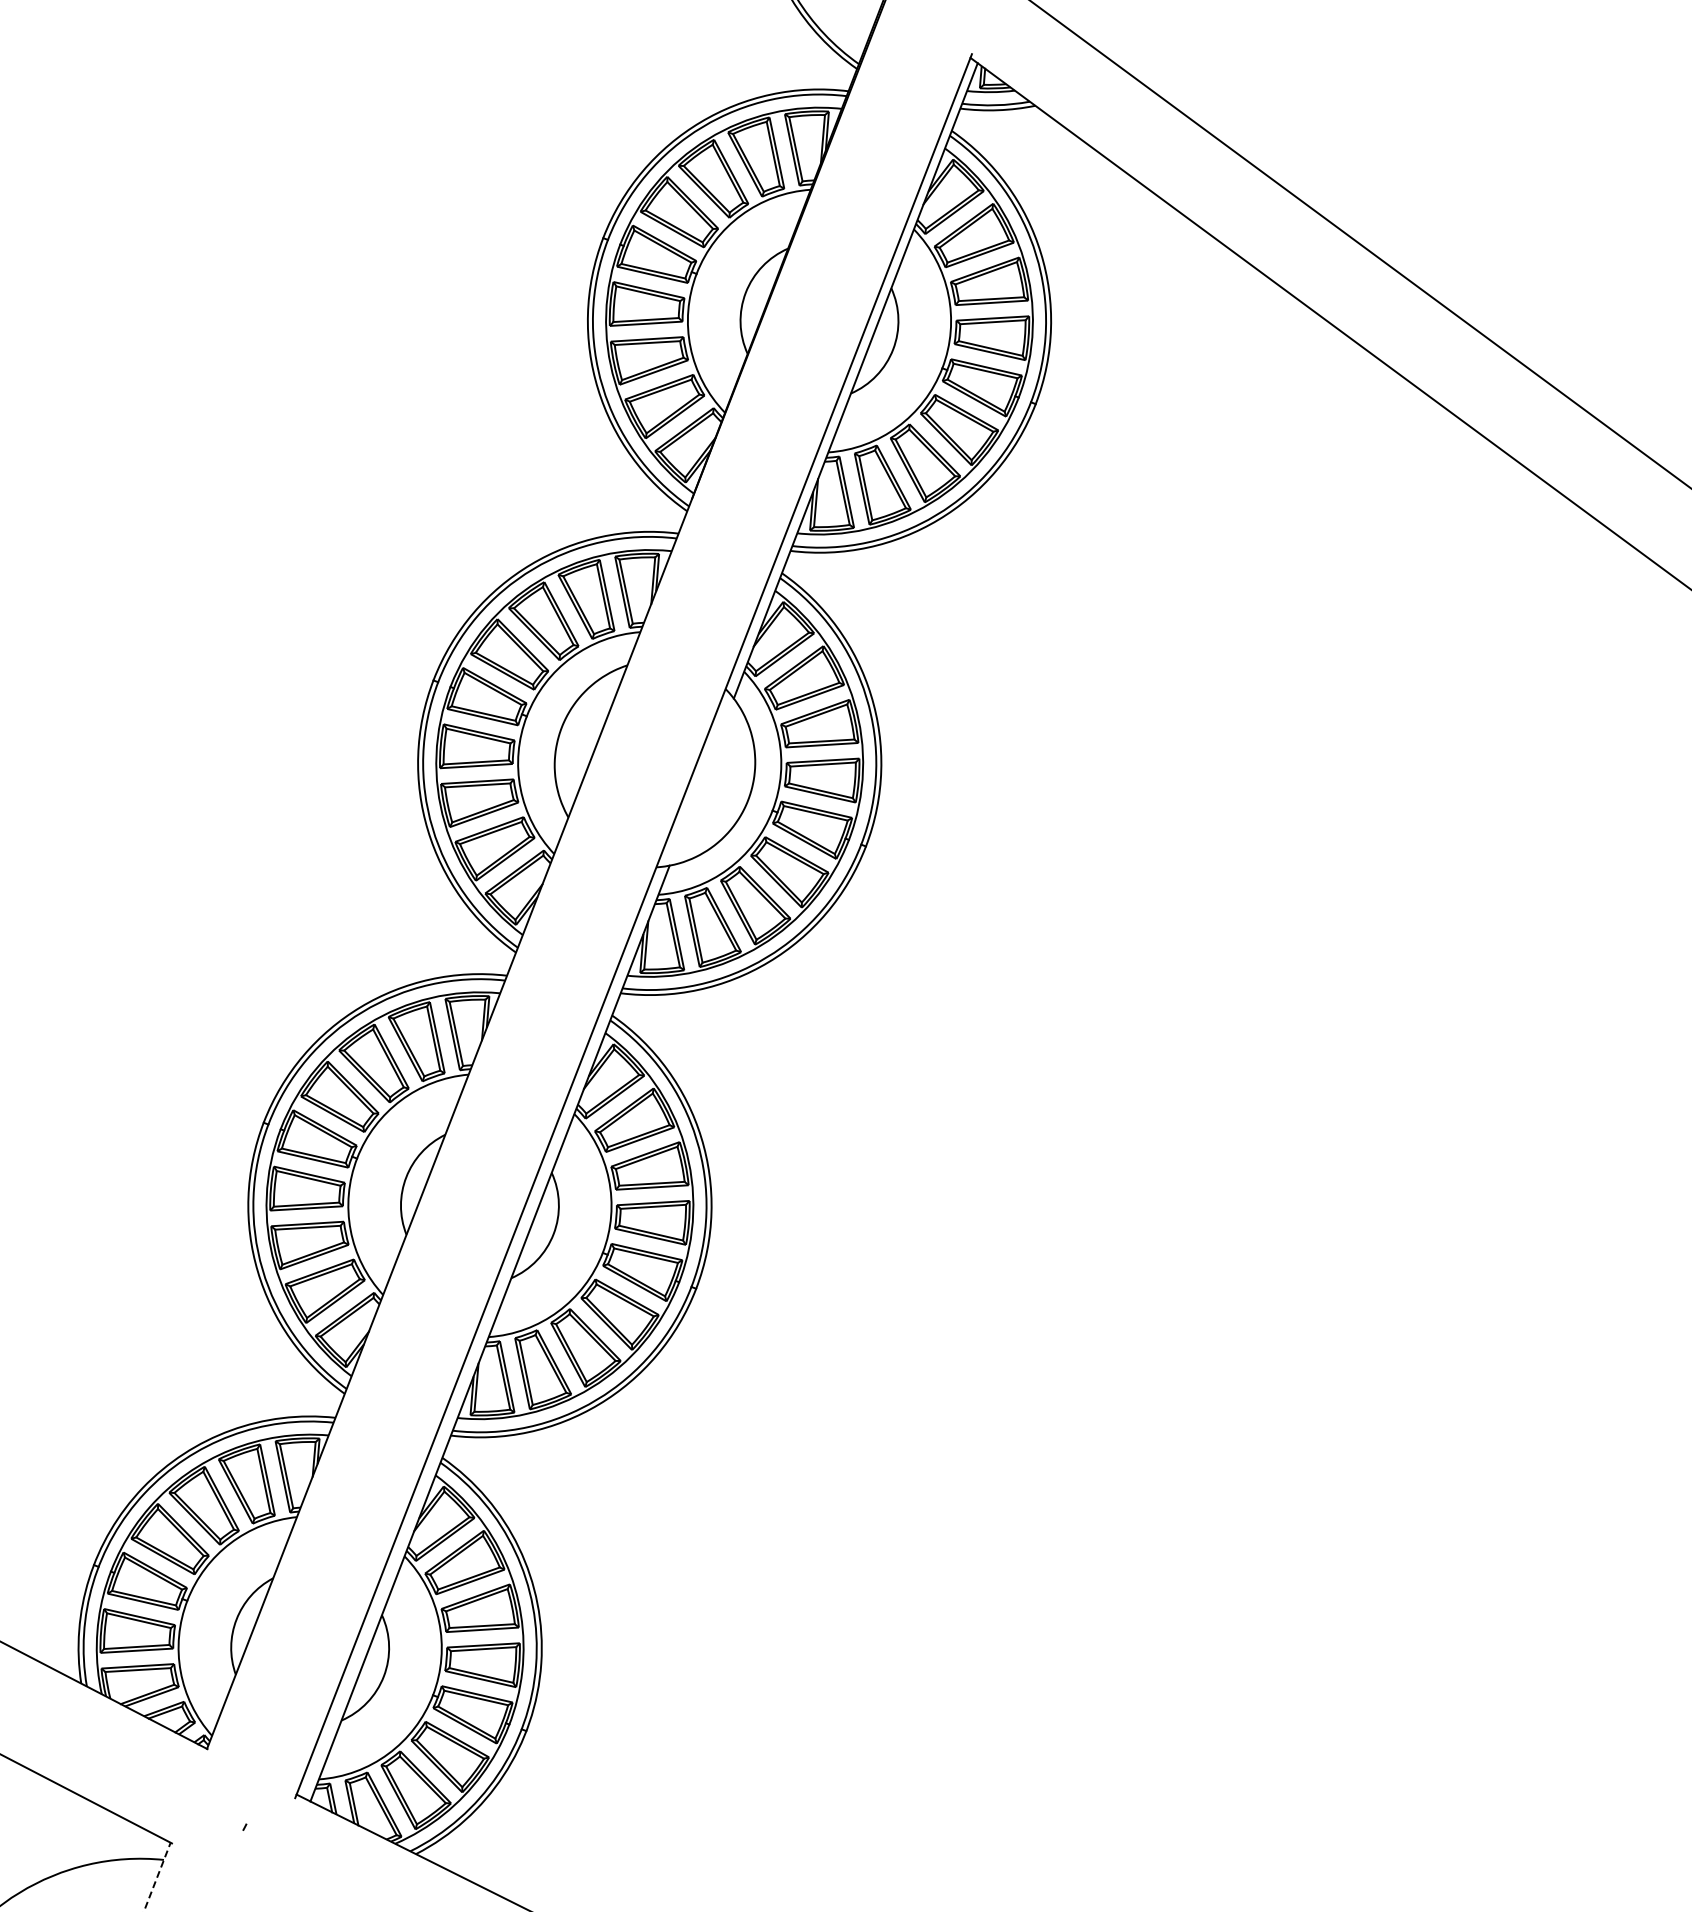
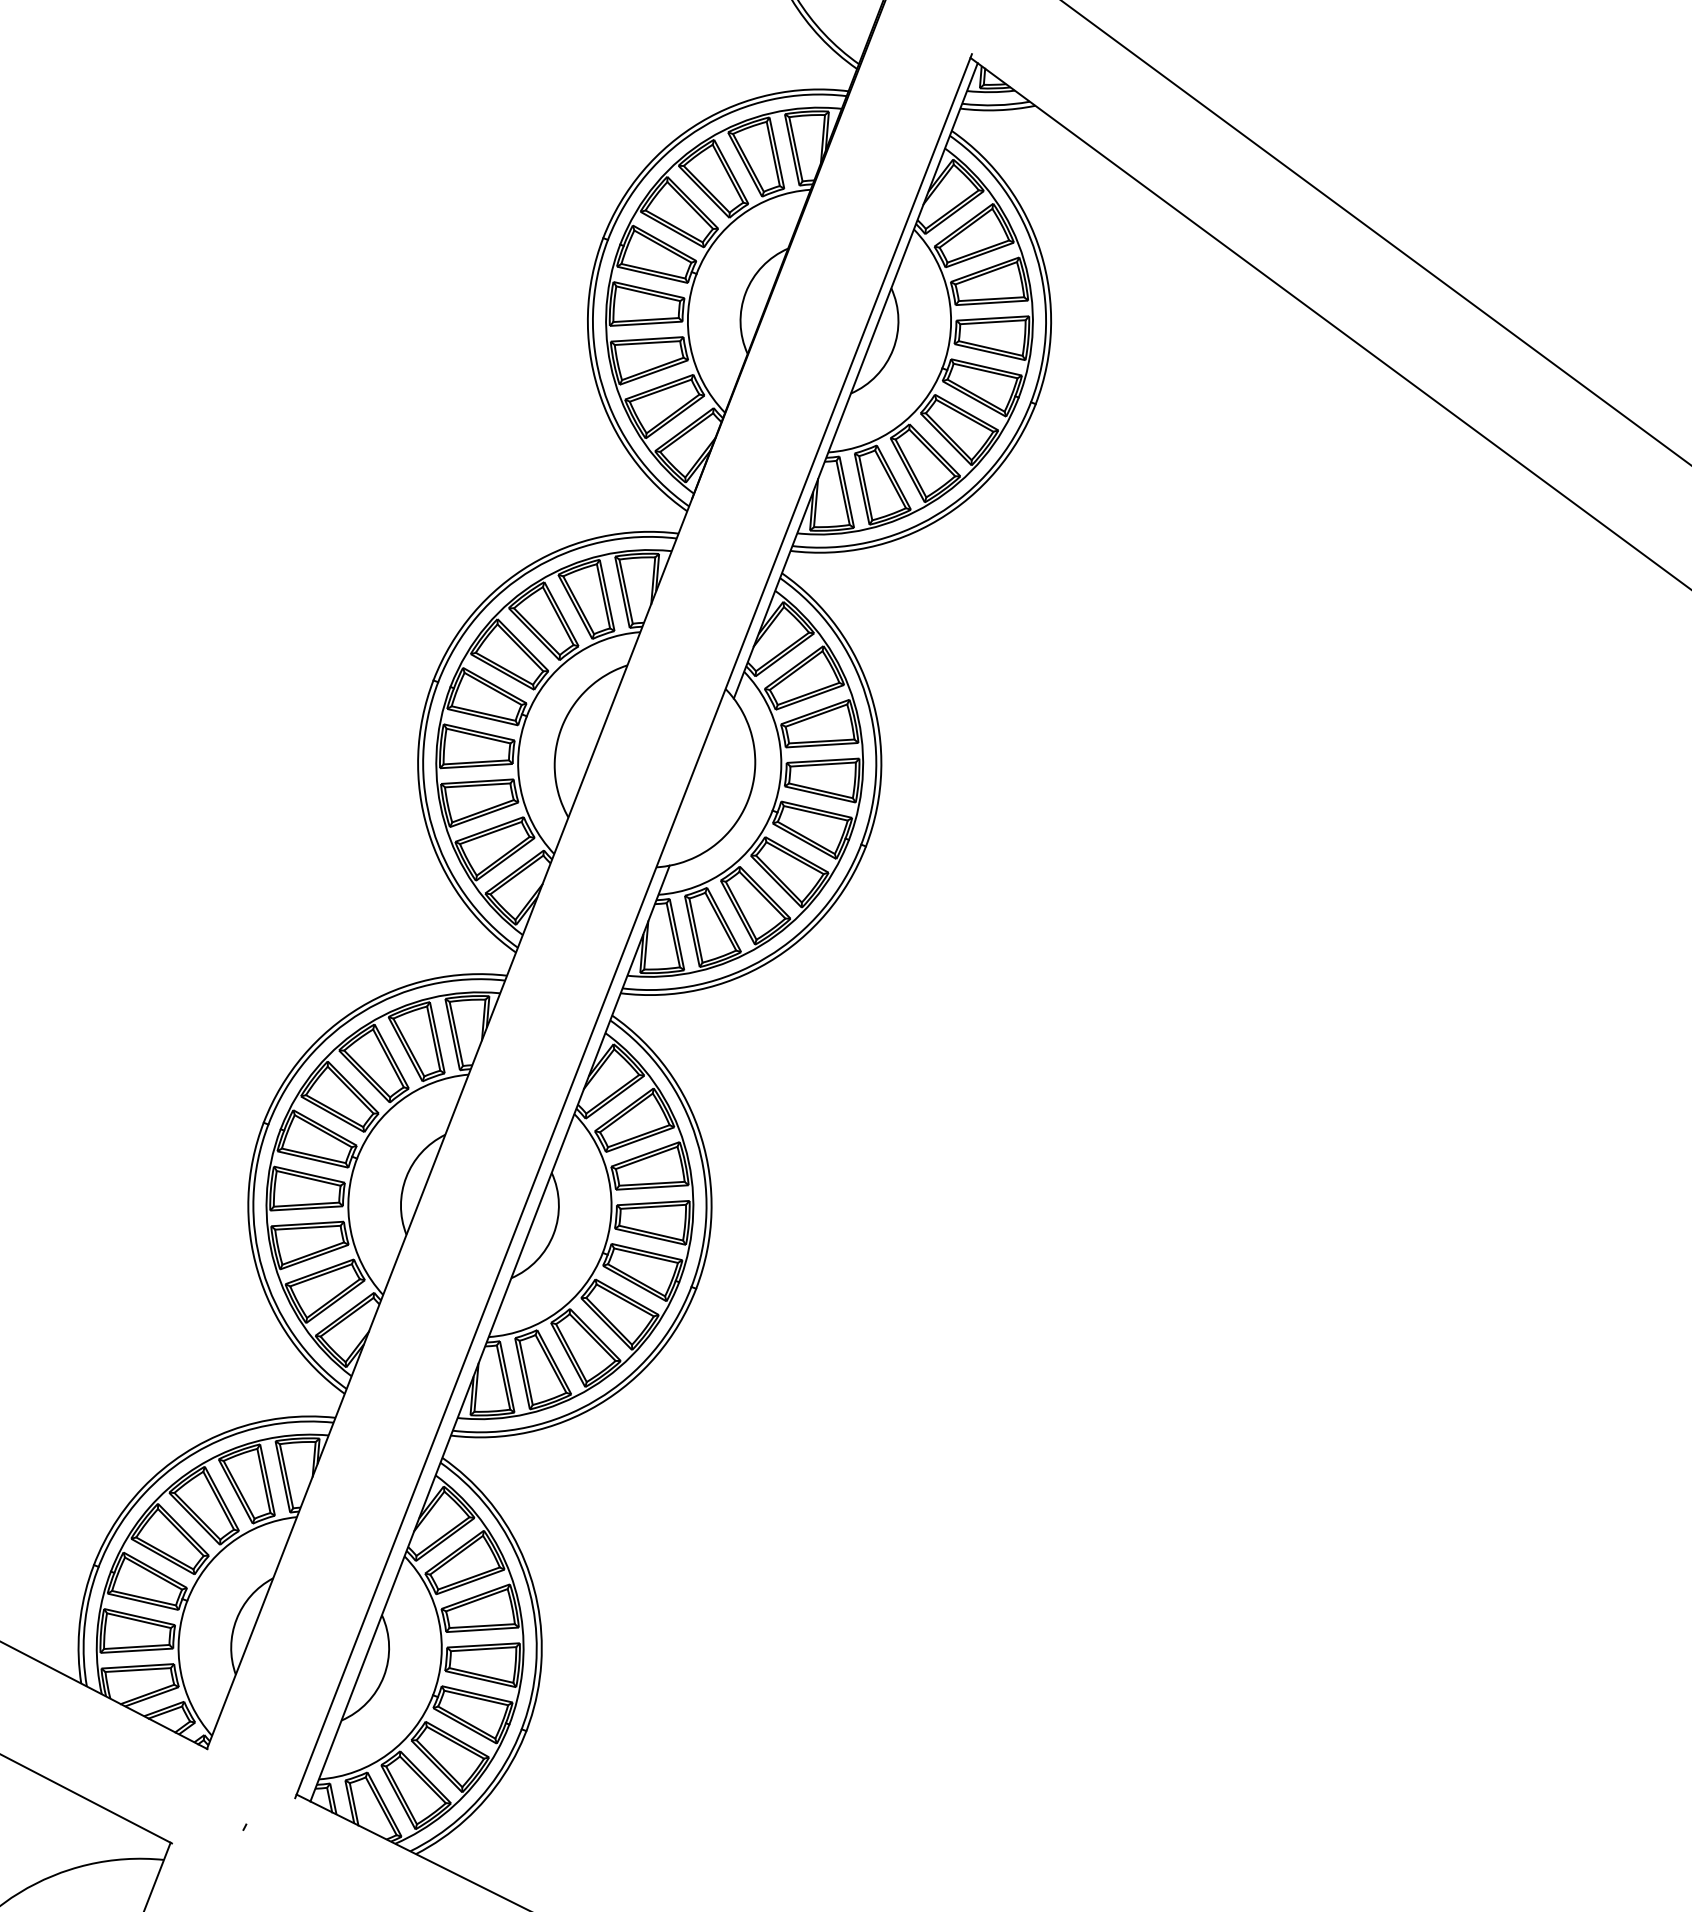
line at (1360, 244) position: (1360, 244) -> (1375, 232)
line at (157, 1877): dashed -> solid
